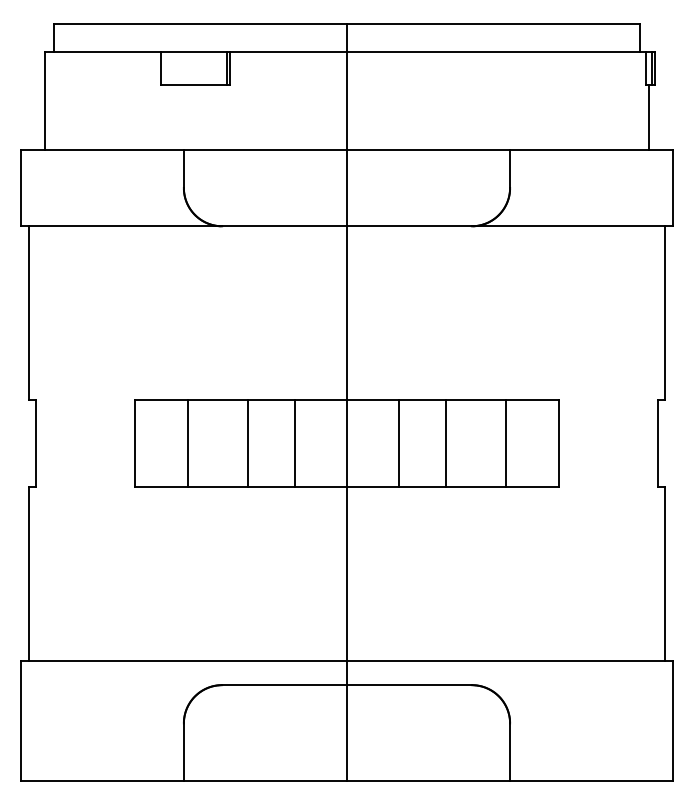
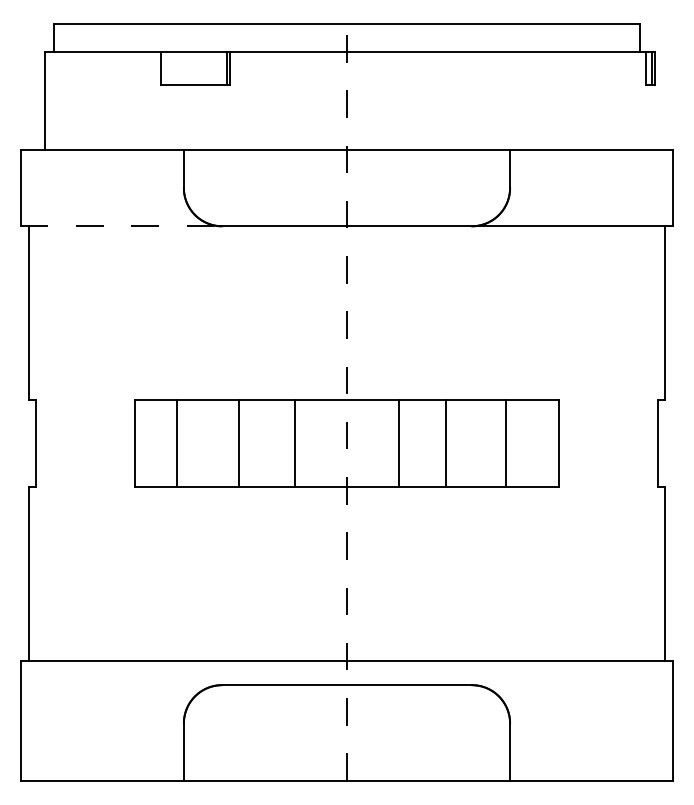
line at (648, 117): present -> none
line at (121, 226): solid -> dashed
line at (347, 402): solid -> dashed
line at (187, 443) position: (187, 443) -> (176, 443)
line at (248, 443) position: (248, 443) -> (239, 443)
